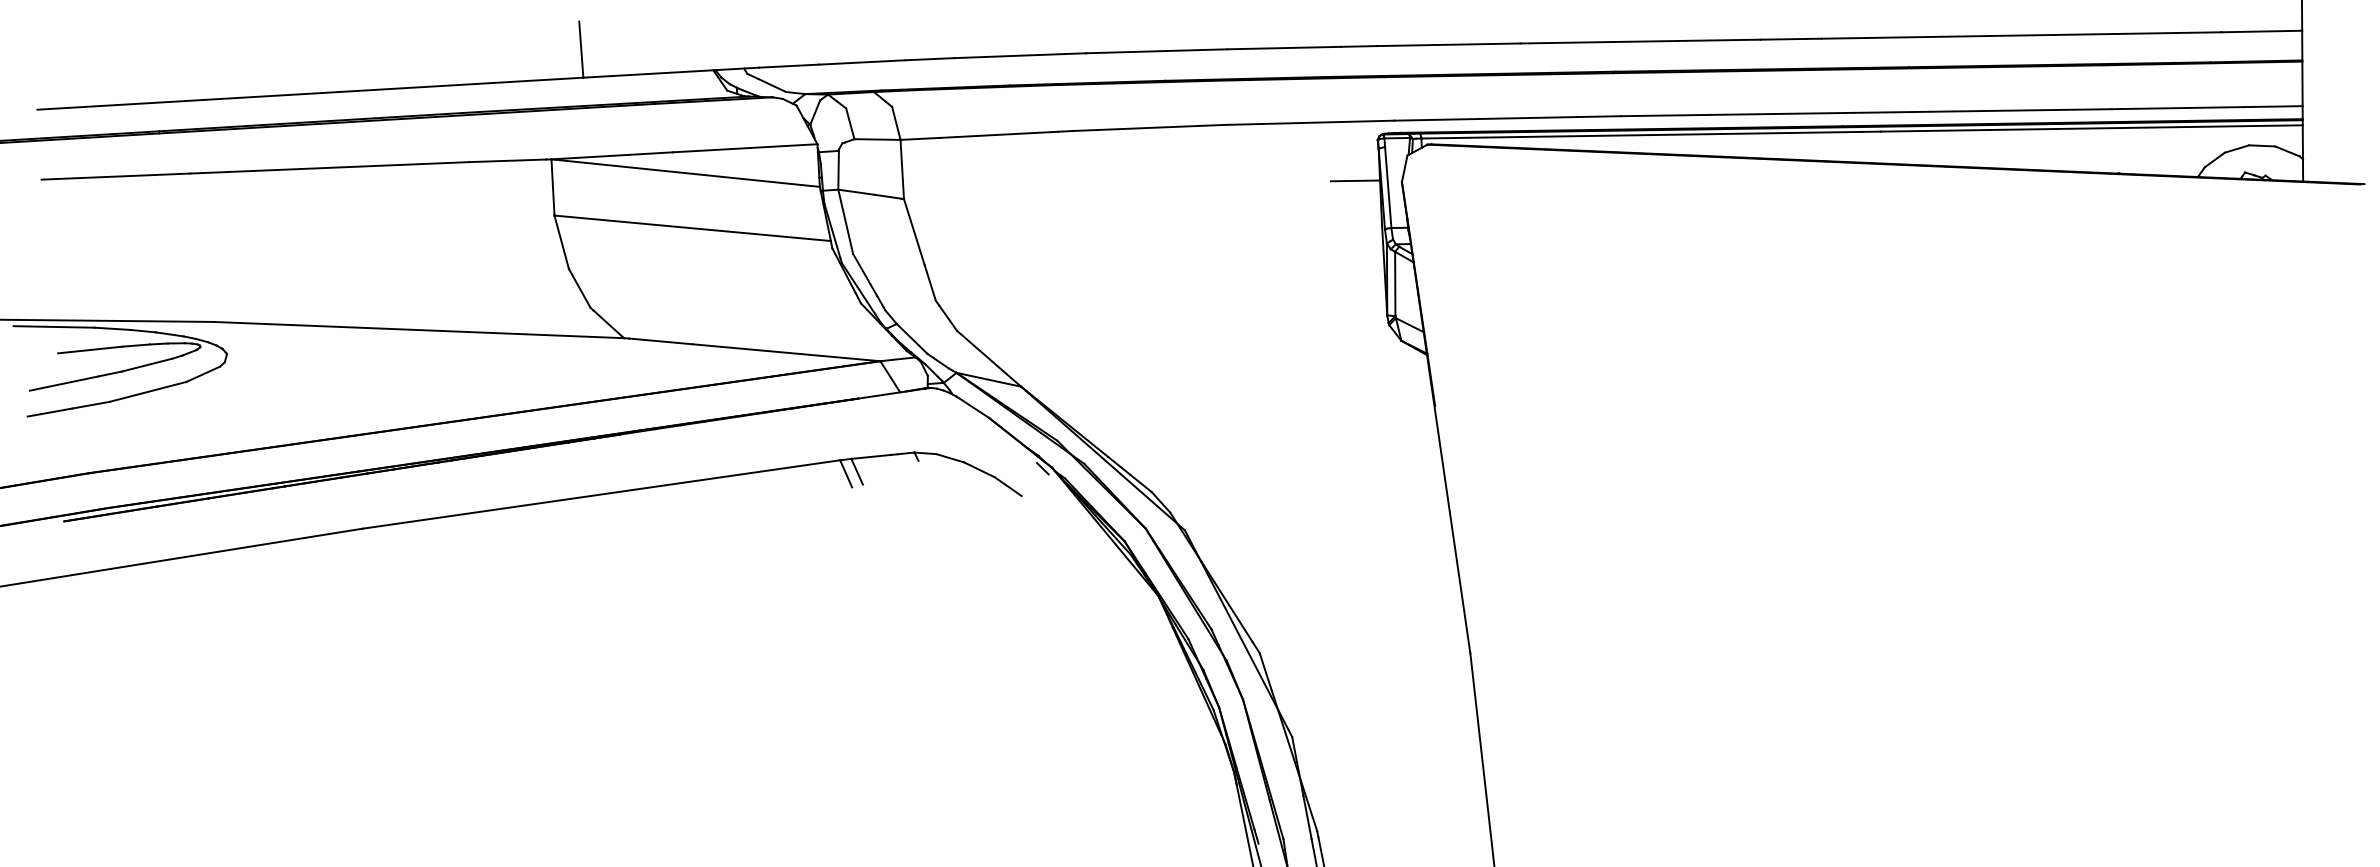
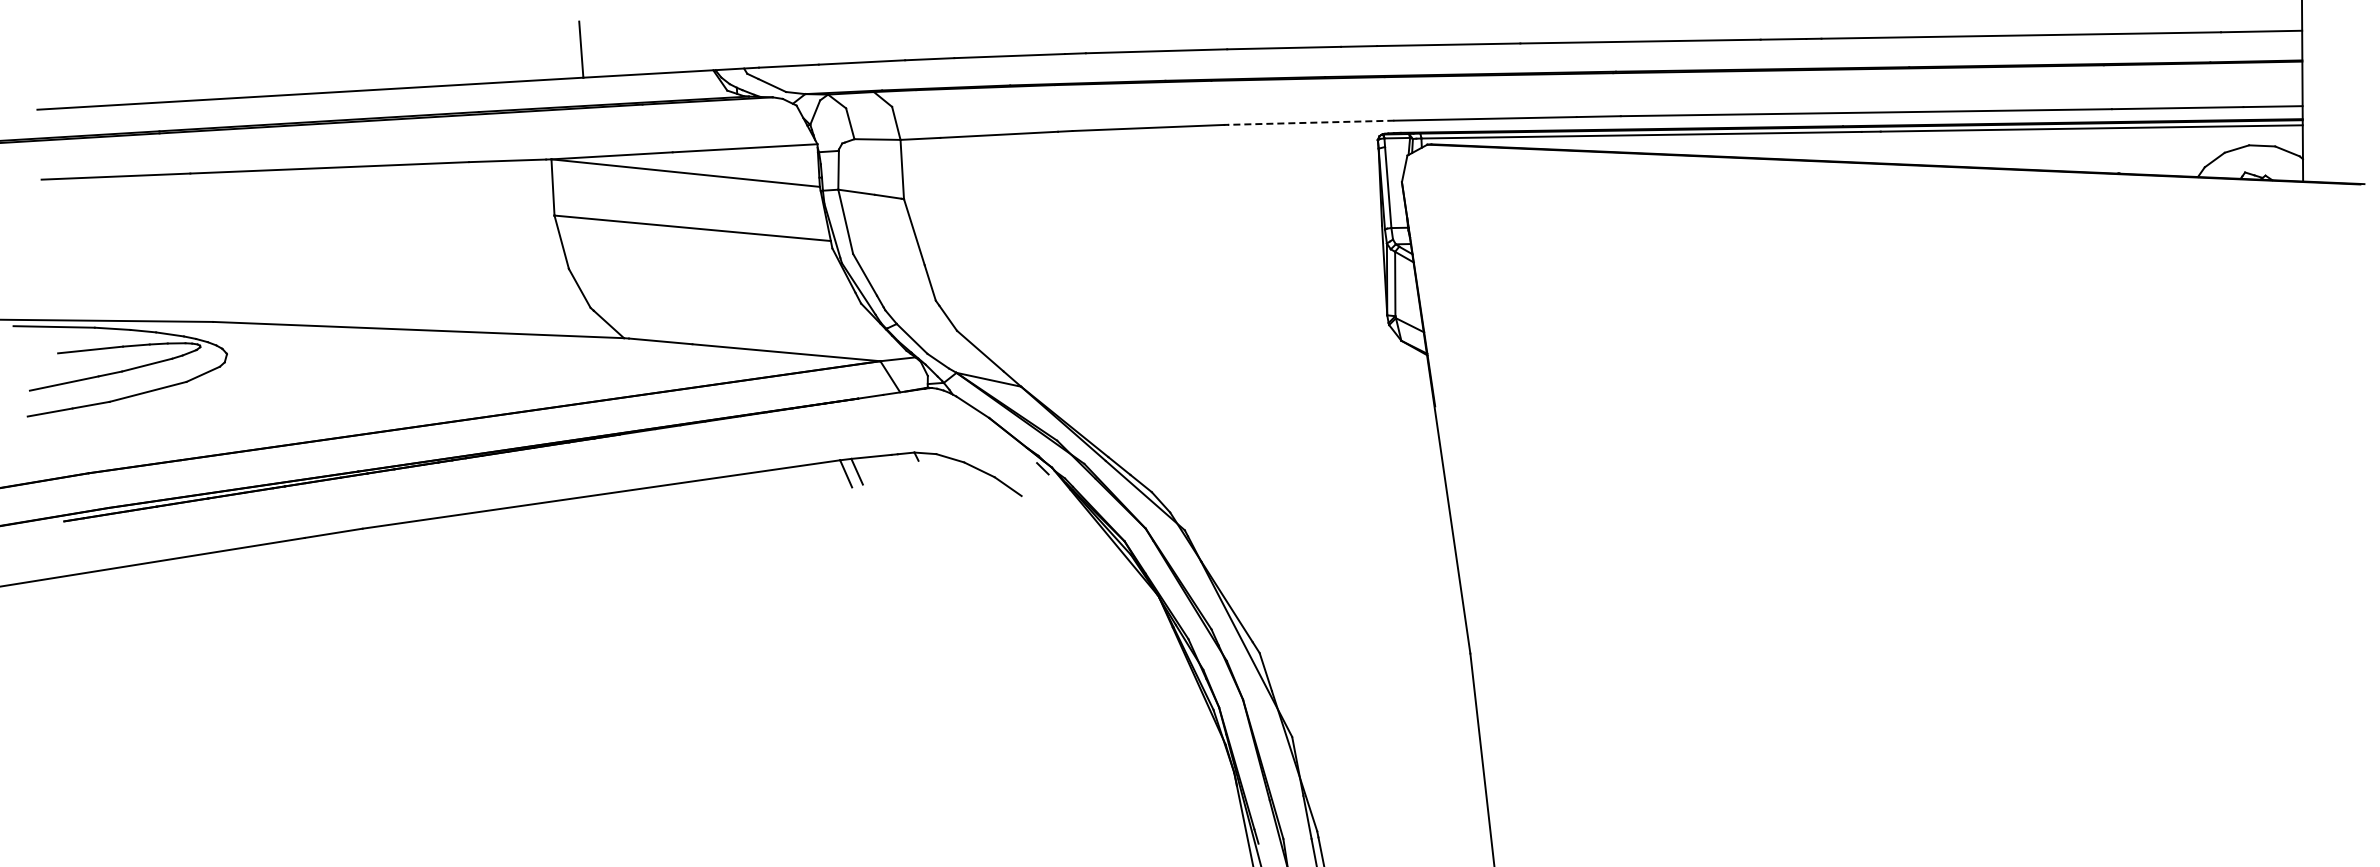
line at (1310, 122): solid -> dashed
line at (1355, 180): present -> none
